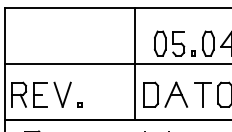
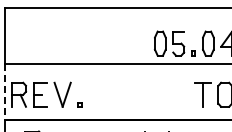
line at (134, 64): present -> none
line at (5, 92): solid -> dashed
part at (165, 94): present -> none
